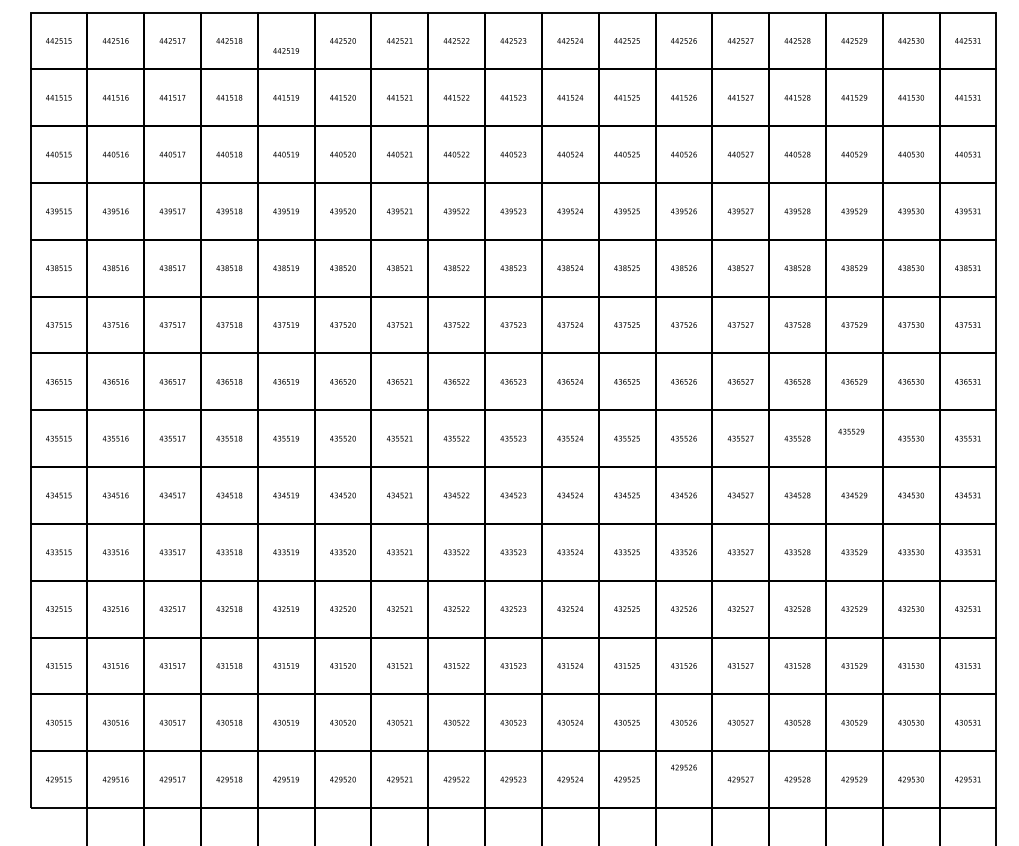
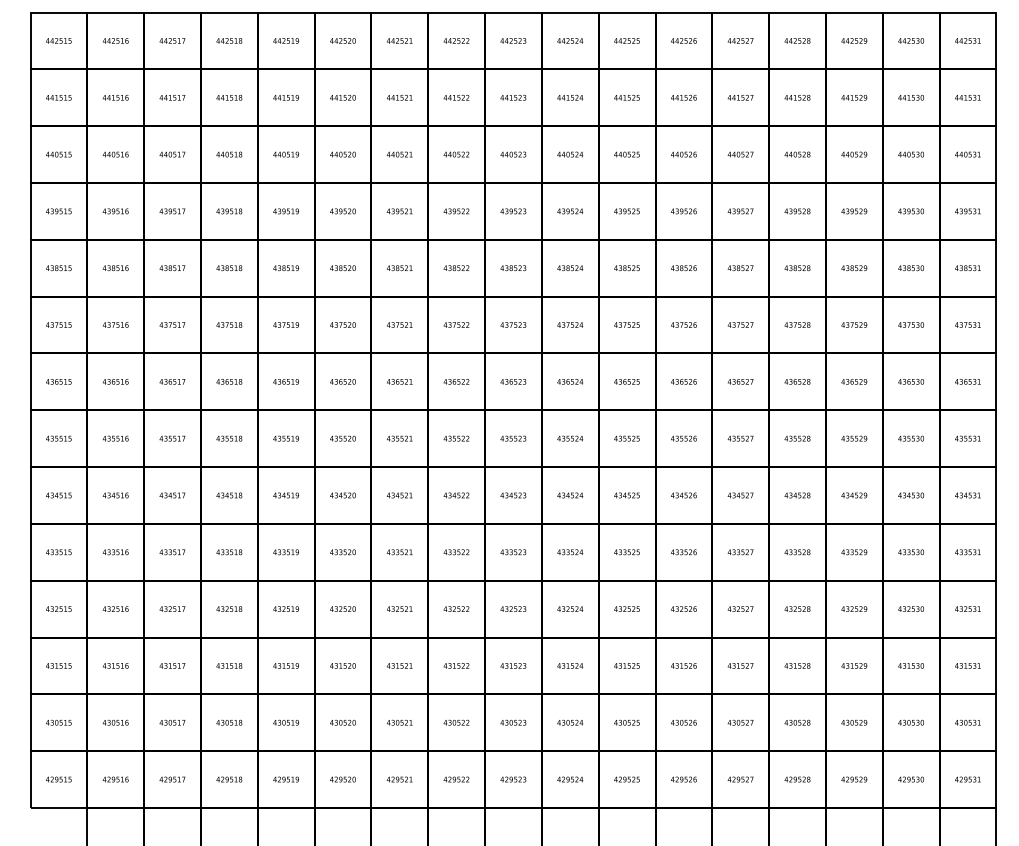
text at (285, 50) position: (285, 50) -> (285, 40)
text at (851, 431) position: (851, 431) -> (854, 438)
text at (683, 767) position: (683, 767) -> (683, 779)
